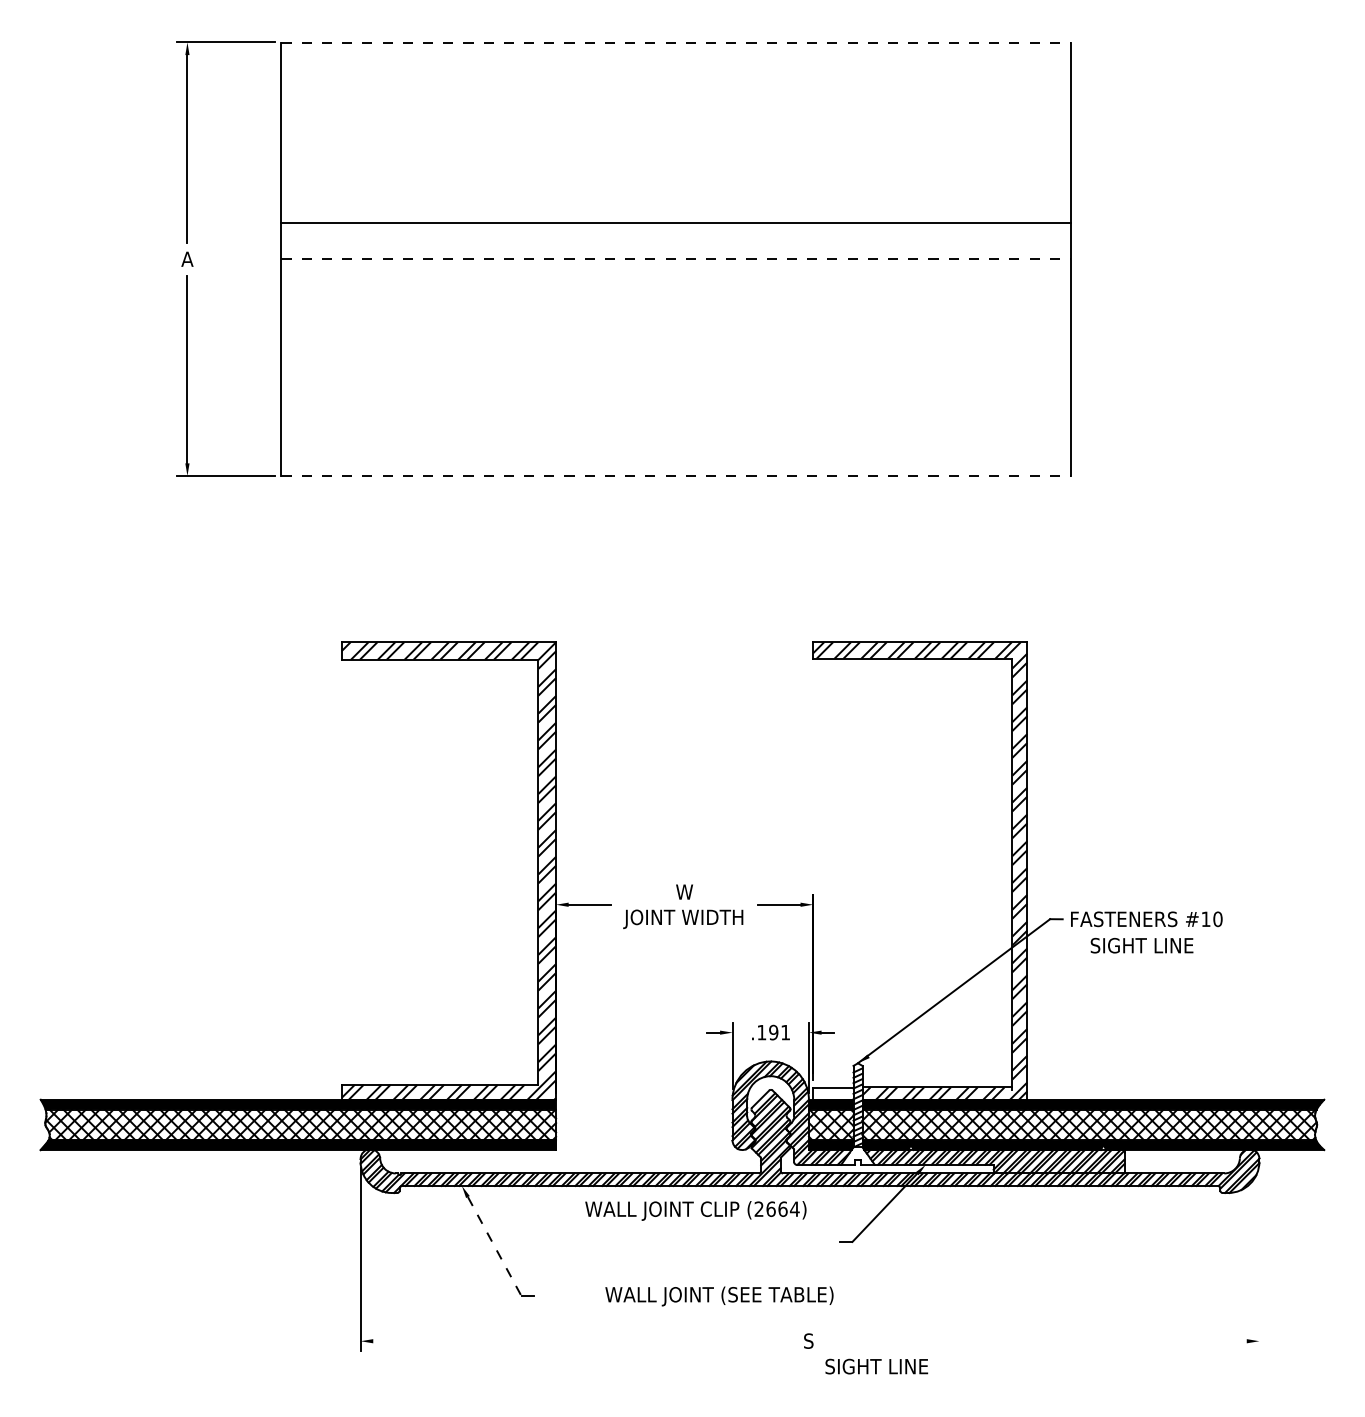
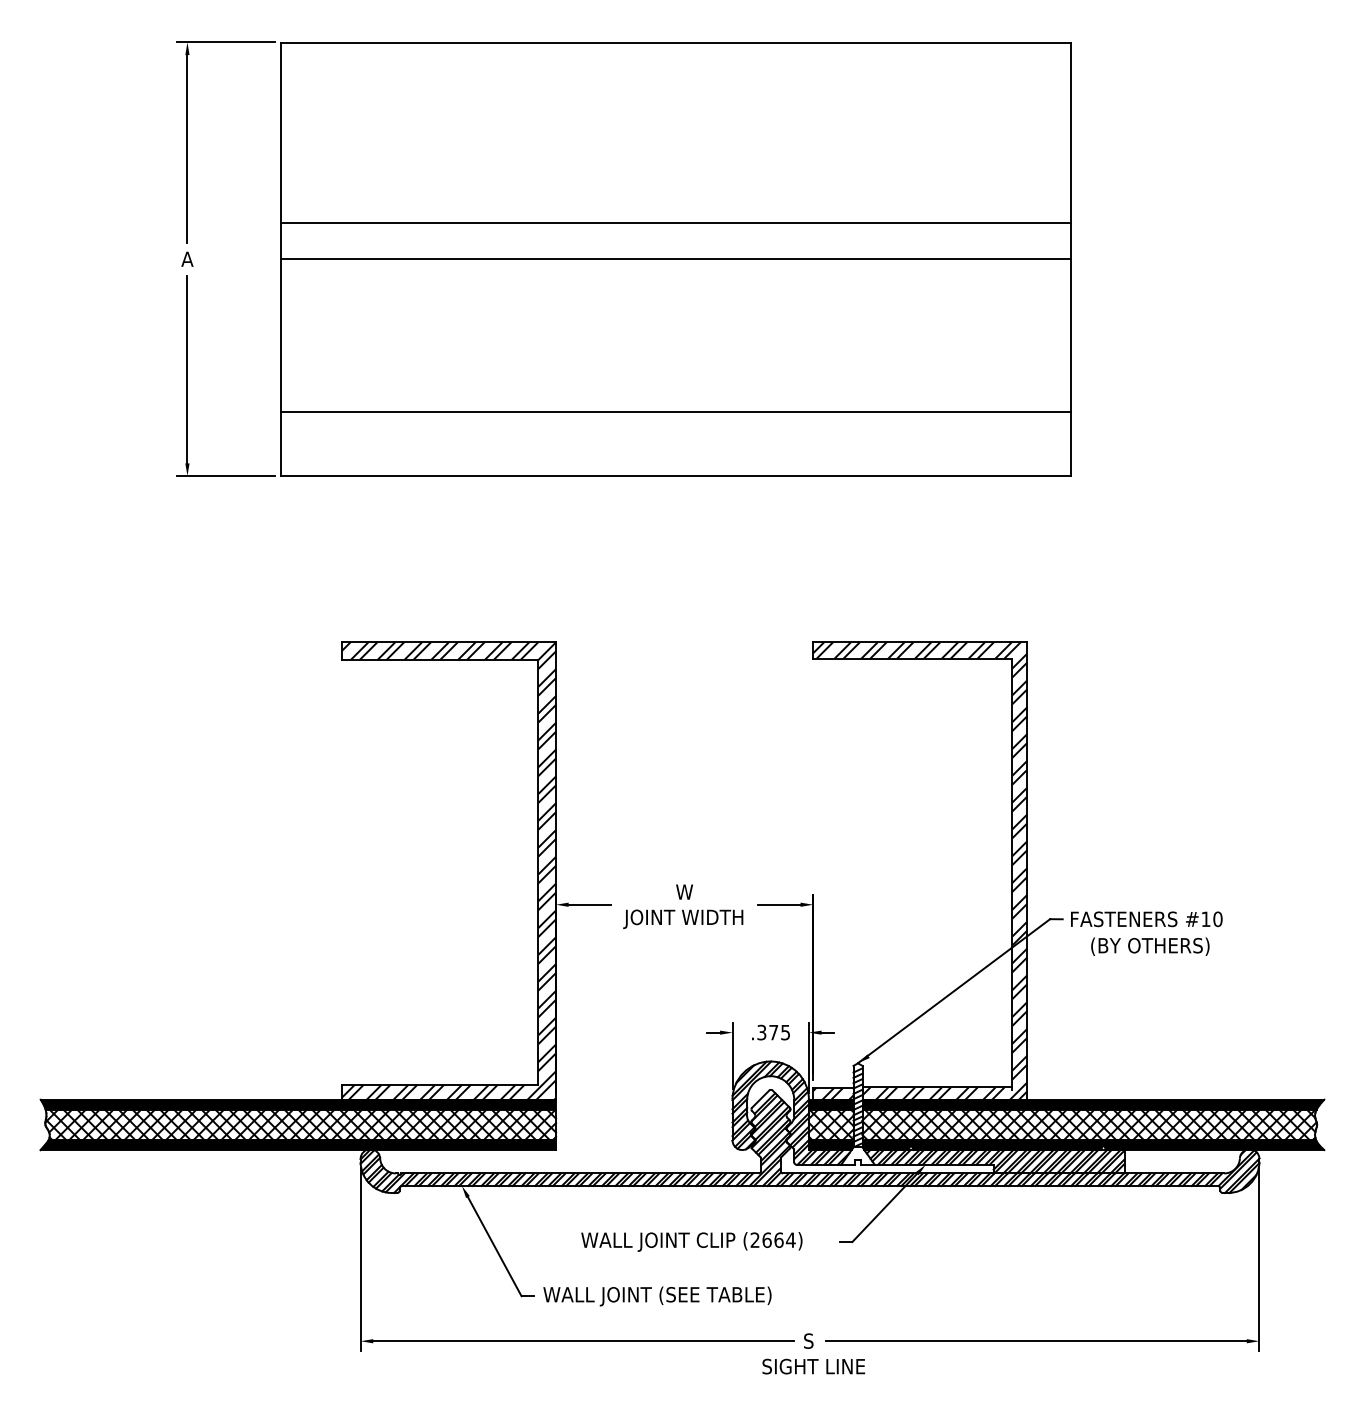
line at (676, 42): dashed -> solid
line at (676, 258): dashed -> solid
line at (676, 412): none -> present
line at (676, 476): dashed -> solid
text at (1149, 946): SIGHT LINE -> (BY OTHERS)
text at (773, 1032): .191 -> .375
hatch at (833, 1093): none -> present
text at (695, 1210) position: (695, 1210) -> (691, 1241)
line at (494, 1247): dashed -> solid
line at (1259, 1259): none -> present
text at (719, 1296) position: (719, 1296) -> (657, 1296)
line at (583, 1341): none -> present
line at (1035, 1341): none -> present
text at (876, 1366) position: (876, 1366) -> (813, 1366)
